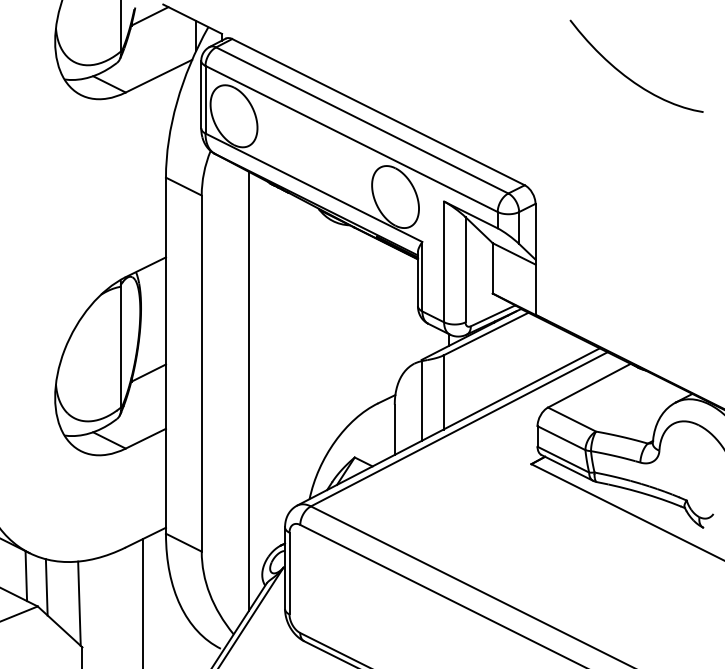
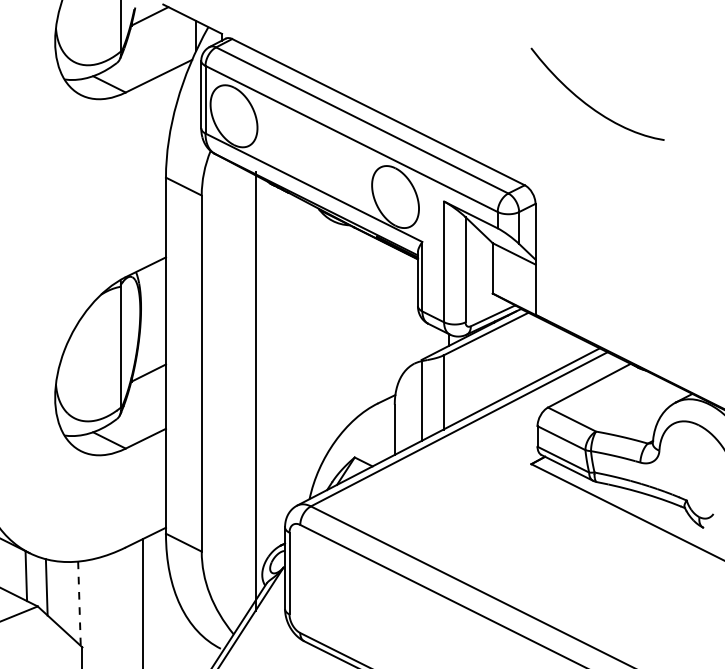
curve at (626, 75) position: (626, 75) -> (587, 103)
line at (248, 391) position: (248, 391) -> (255, 391)
line at (79, 604): solid -> dashed
